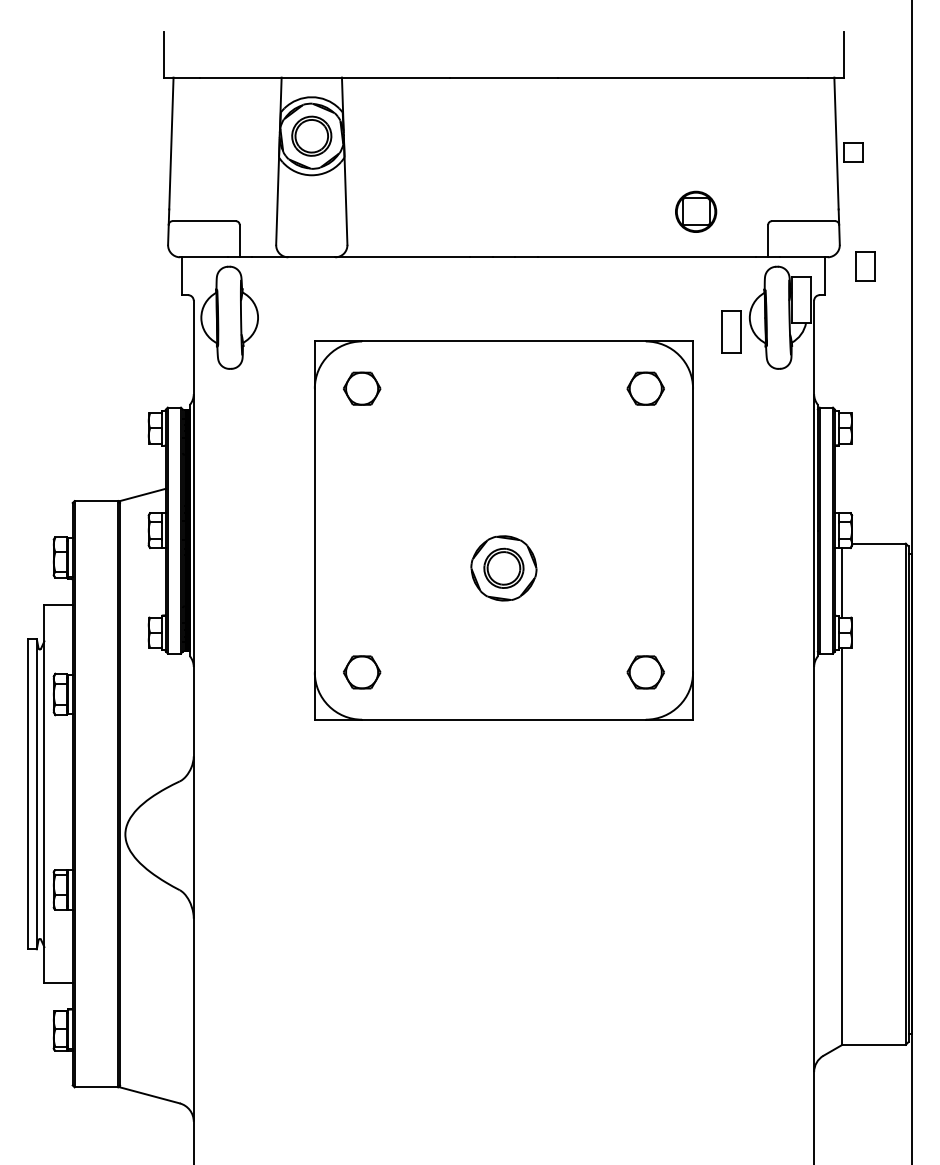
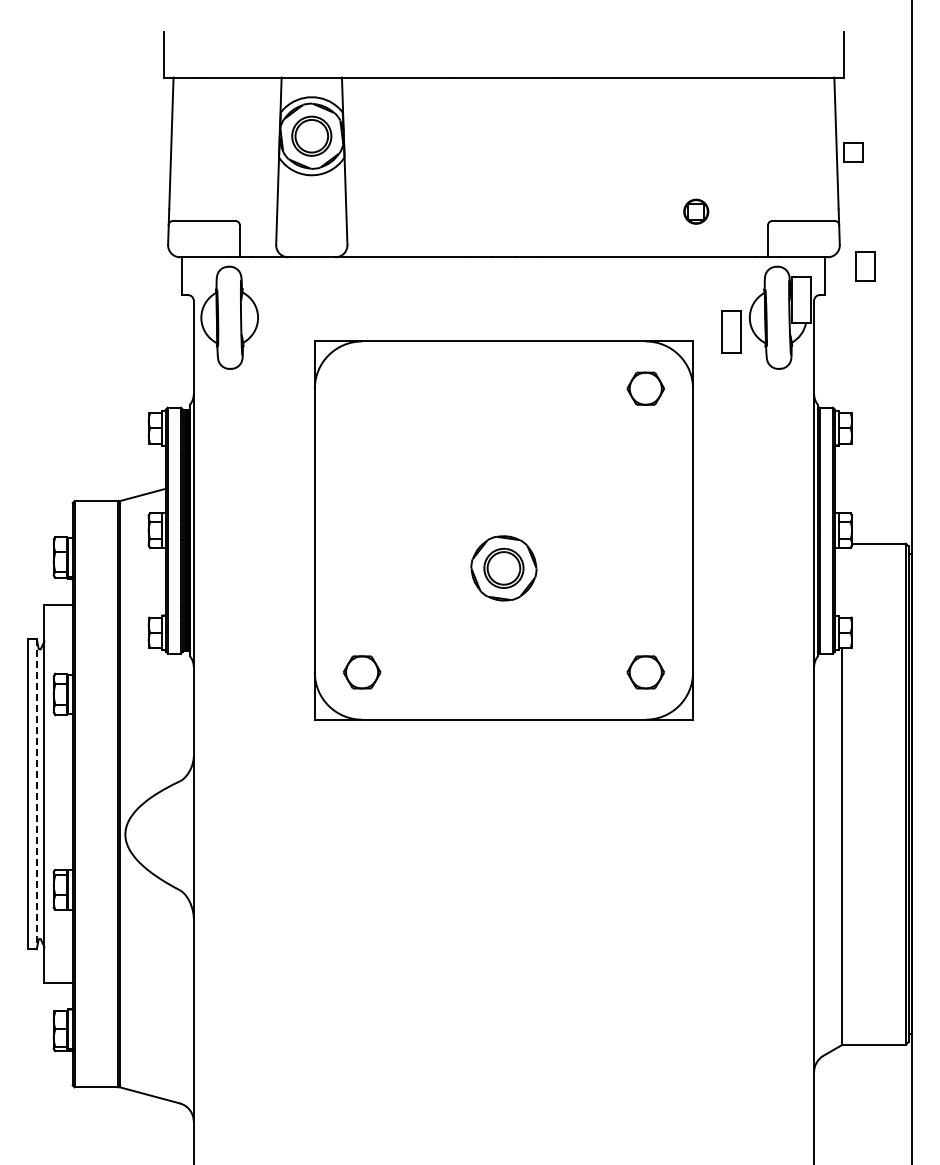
part at (696, 211) size: 43x43 px -> 27x27 px
part at (362, 388): present -> none
line at (842, 582): present -> none
line at (36, 794): solid -> dashed
